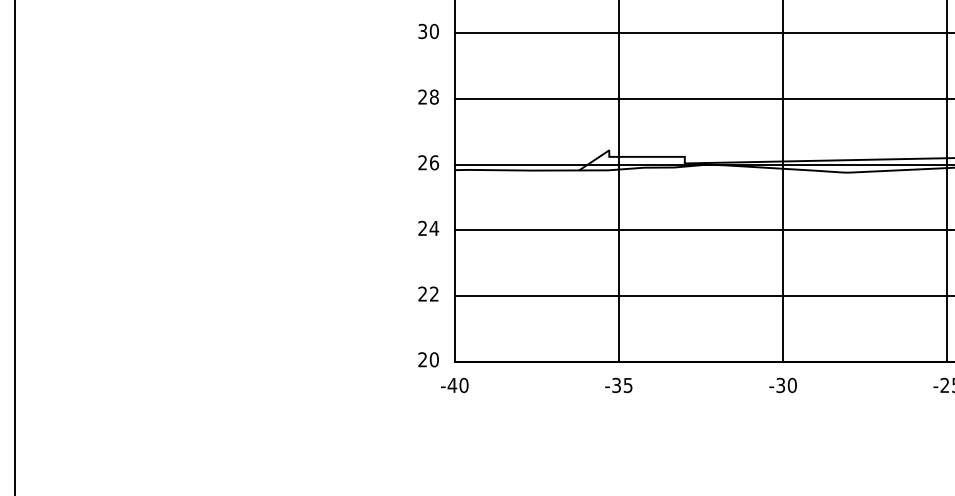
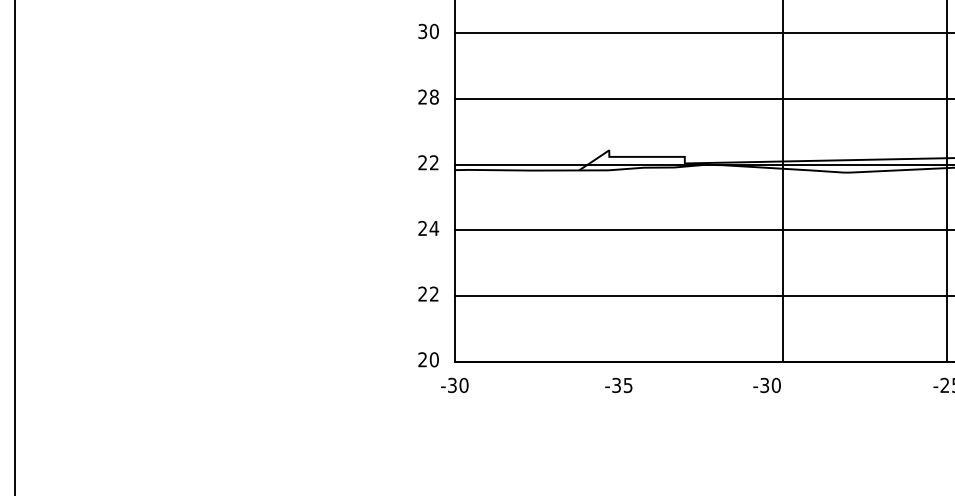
text at (434, 162): 26 -> 22
line at (619, 181): present -> none
text at (782, 384) position: (782, 384) -> (766, 384)
text at (452, 385): -40 -> -30
